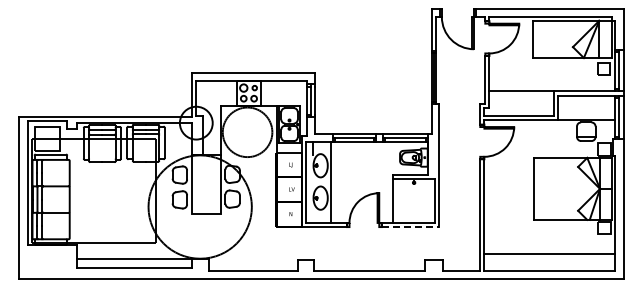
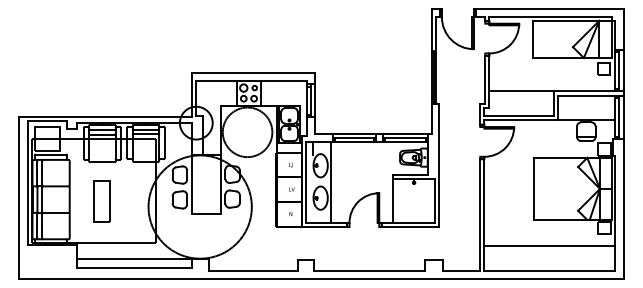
part at (101, 201): none -> present
line at (410, 227): dashed -> solid
line at (549, 254) position: (549, 254) -> (549, 246)
